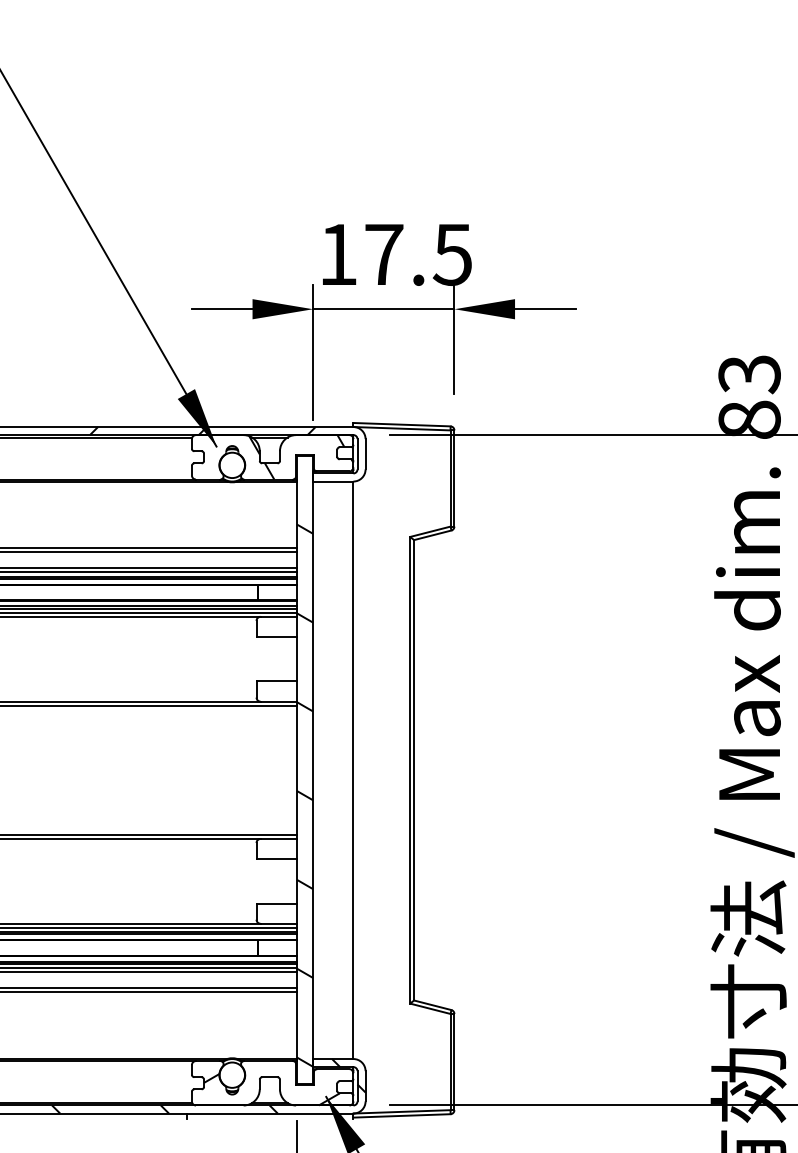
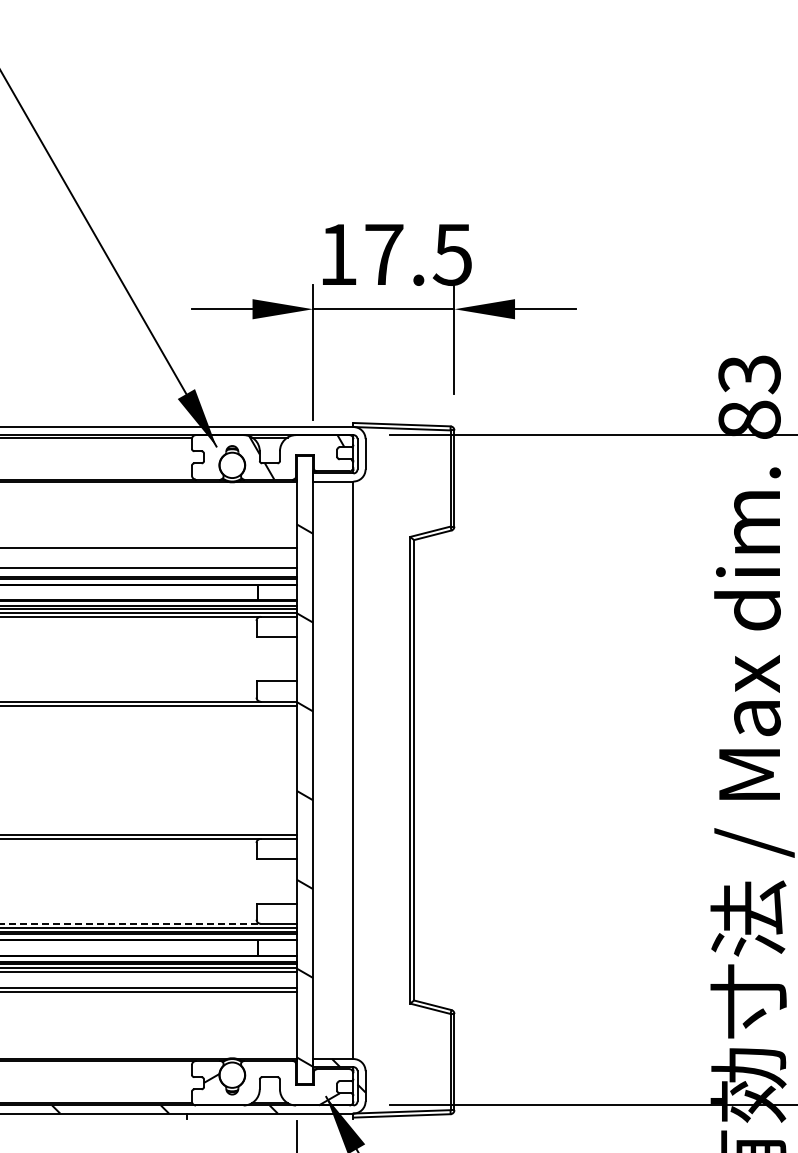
hatch at (202, 431): present -> none
line at (149, 552): present -> none
line at (149, 572): present -> none
line at (130, 923): solid -> dashed
